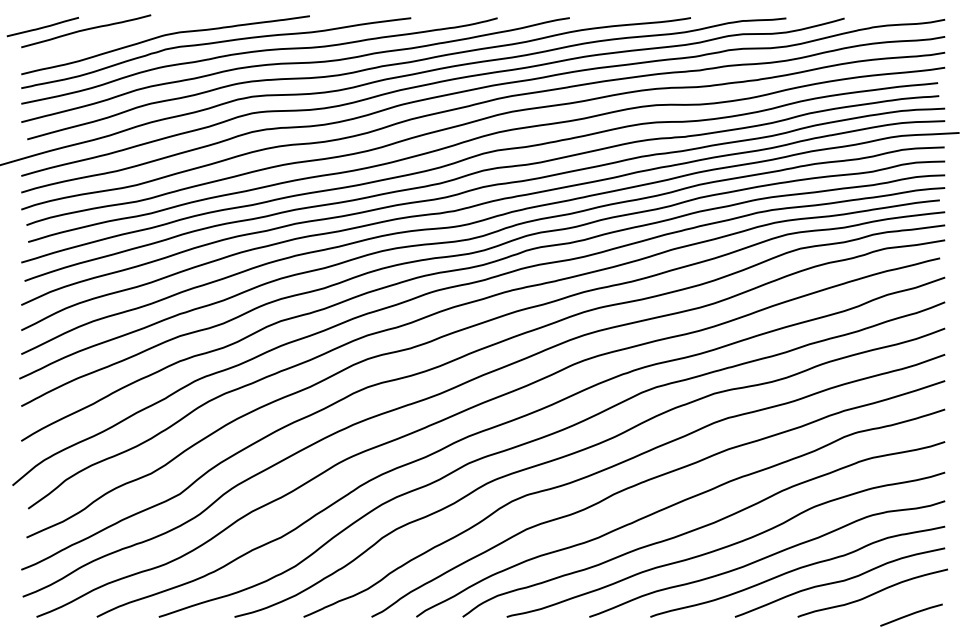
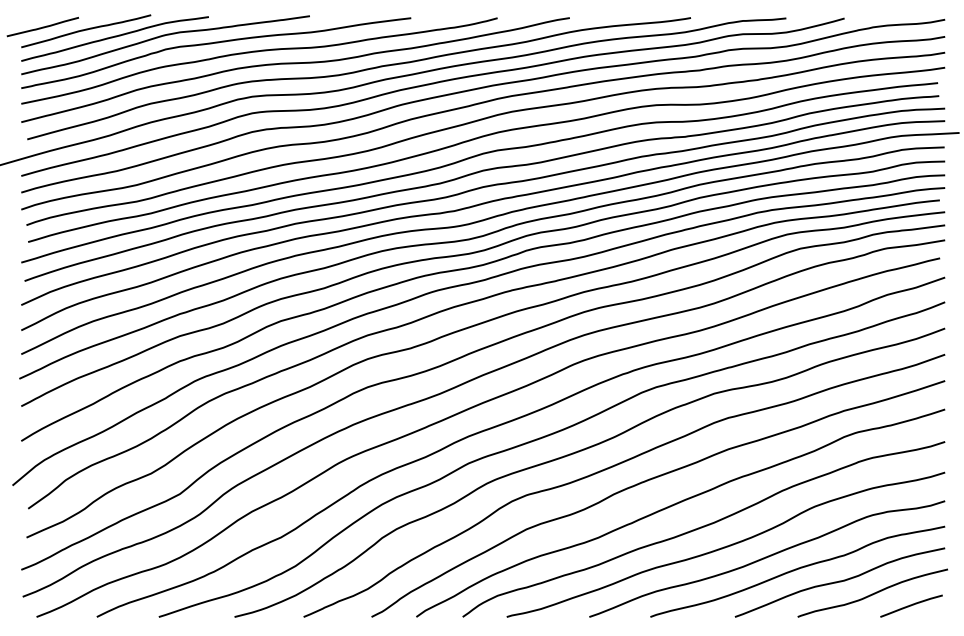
curve at (114, 37): none -> present
line at (911, 614) position: (911, 614) -> (911, 605)
